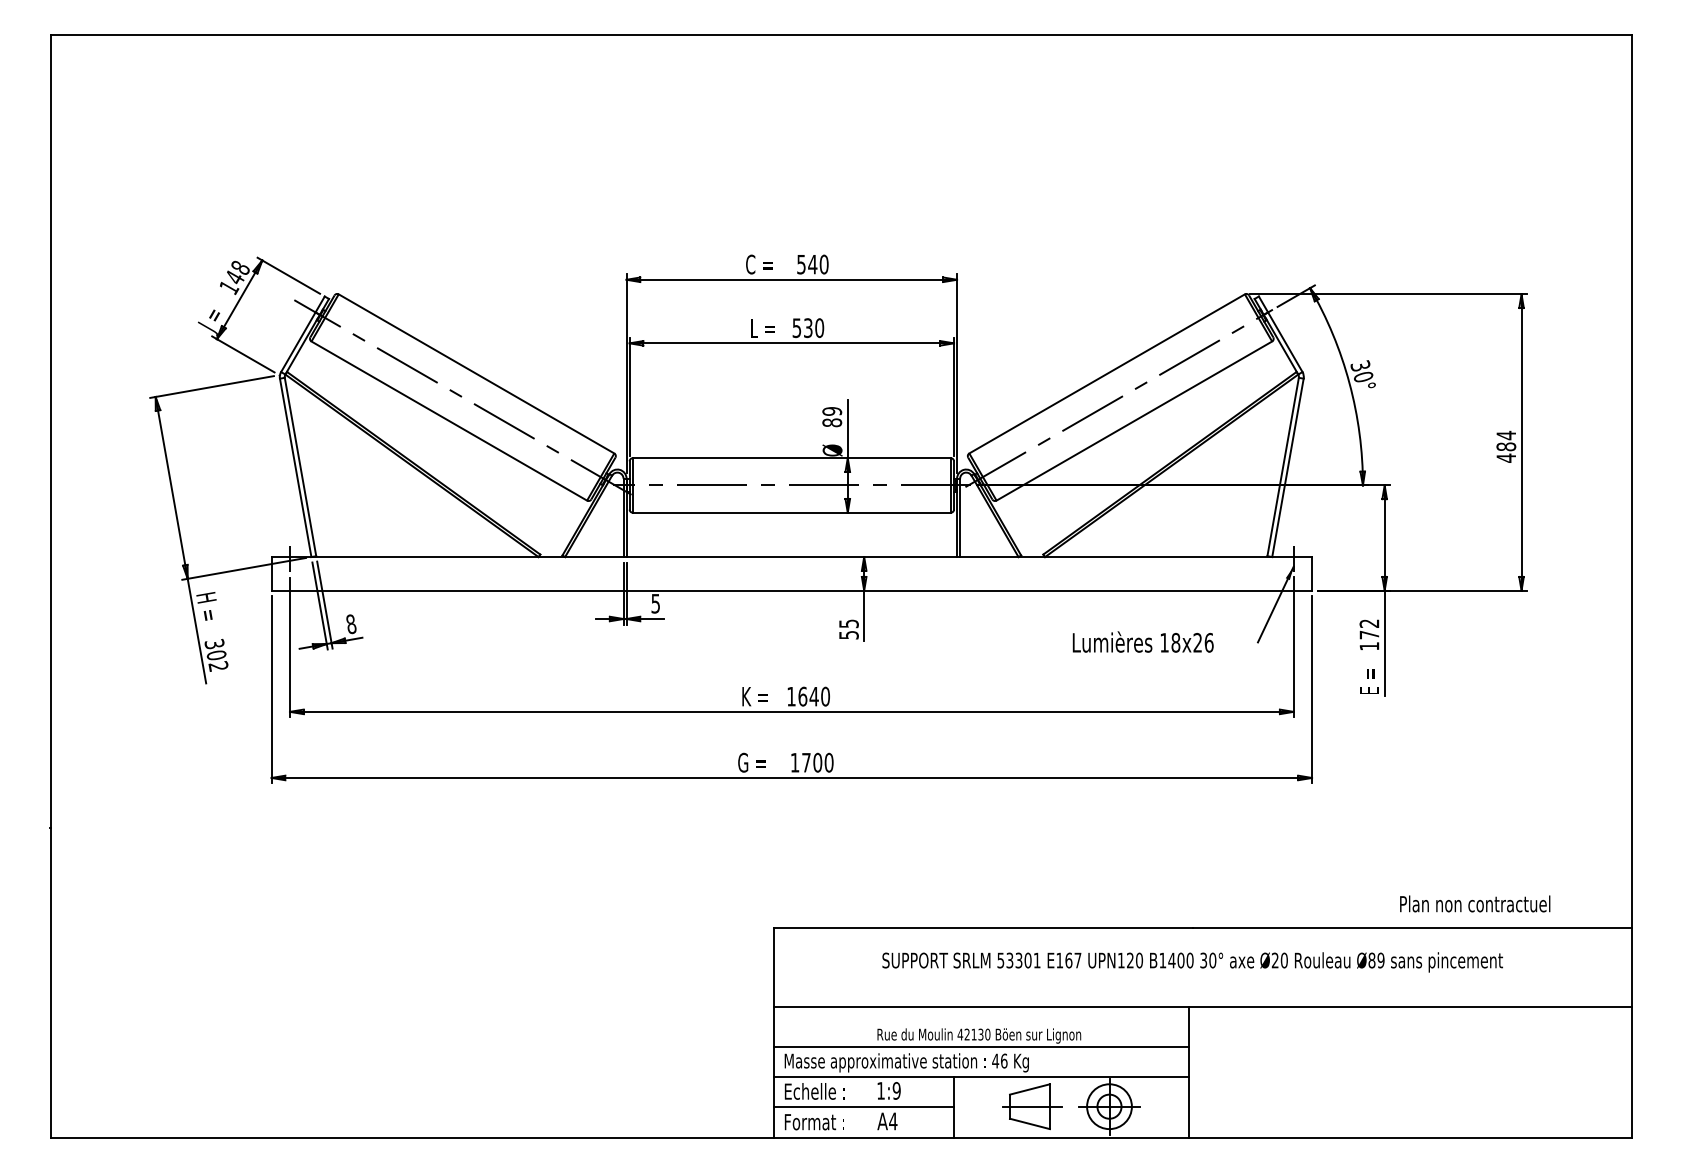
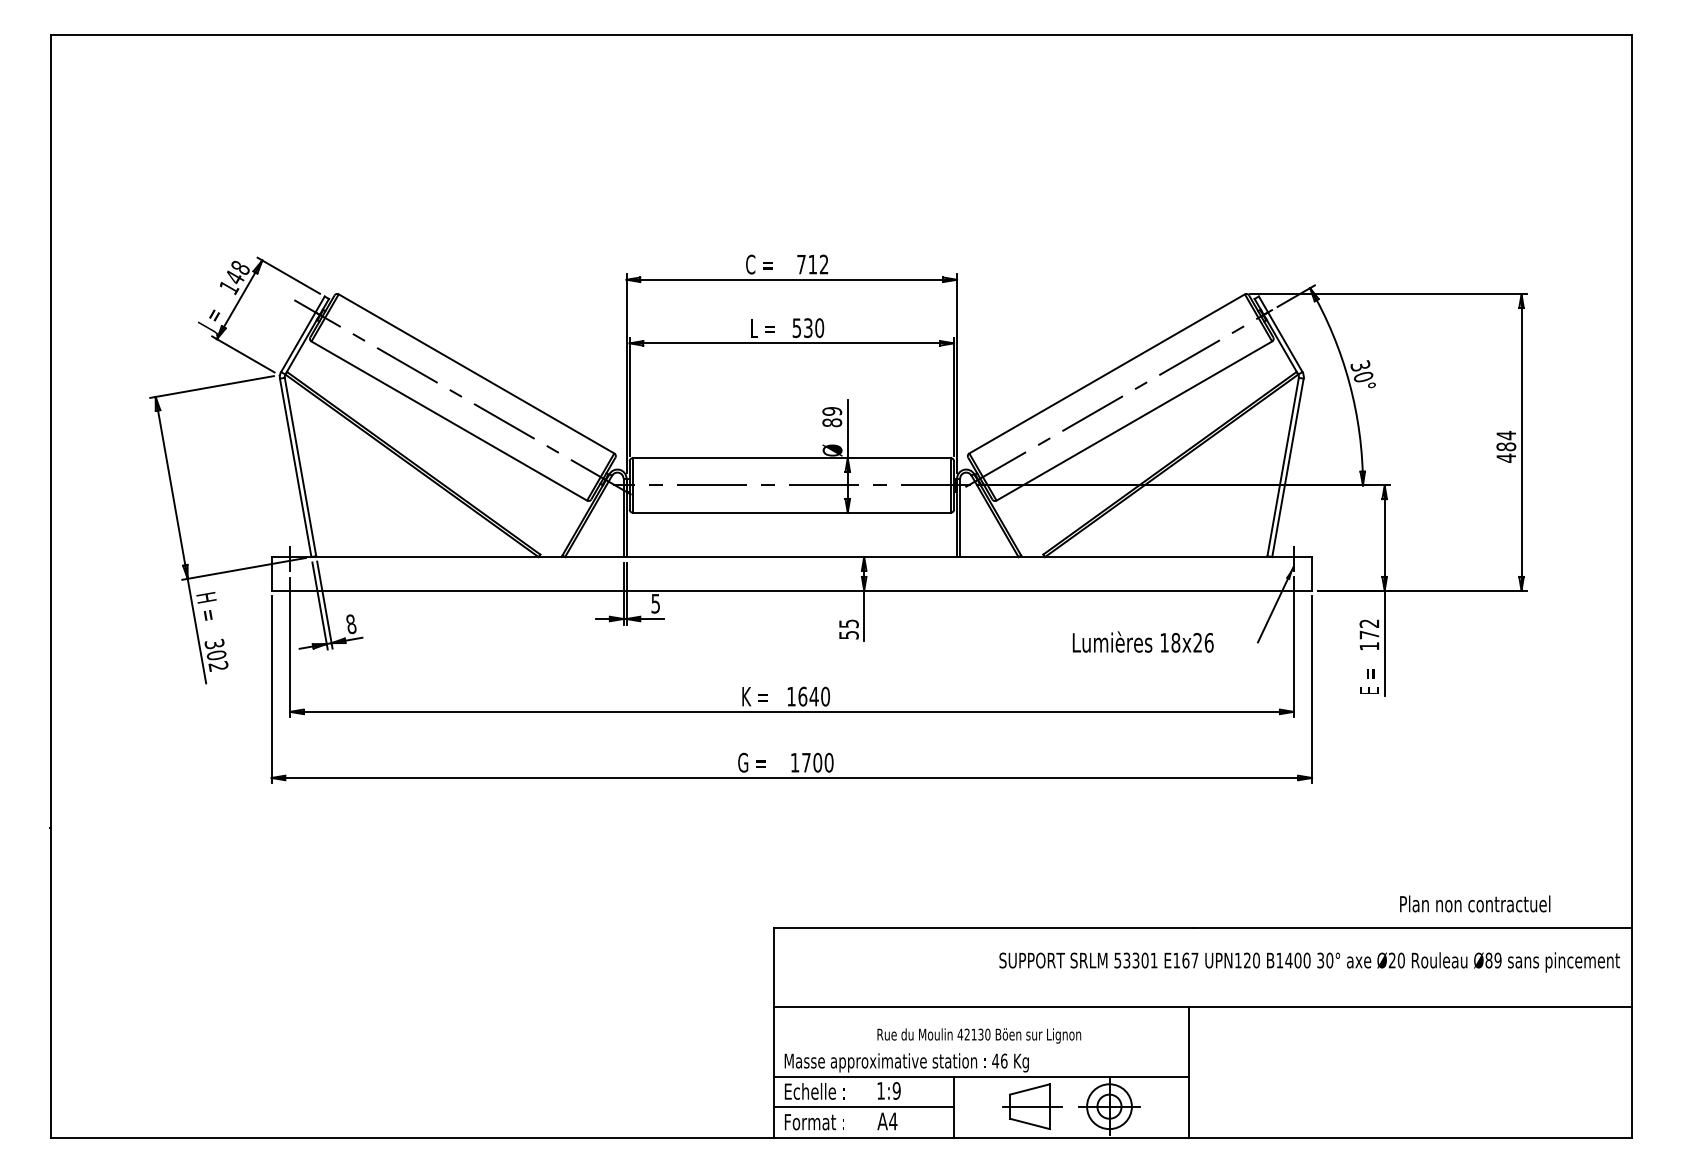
text at (812, 264): 540 -> 712
text at (1192, 962) position: (1192, 962) -> (1309, 962)
line at (981, 1046): present -> none
